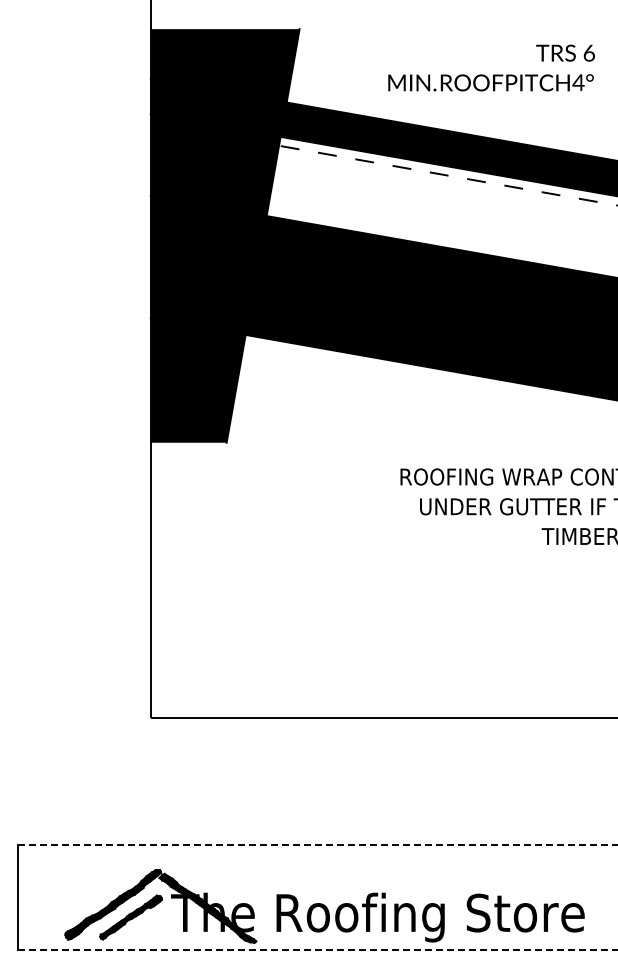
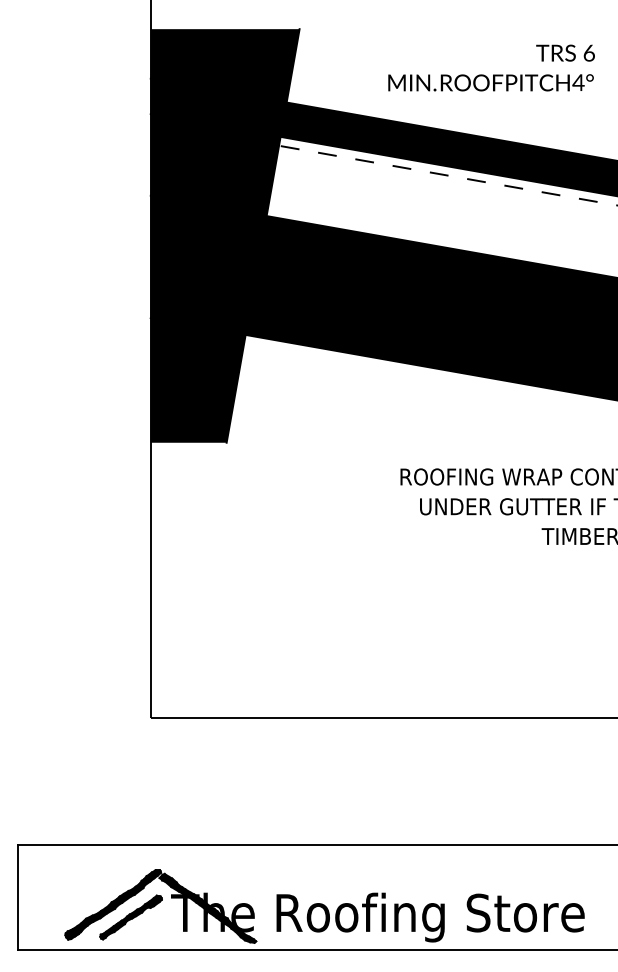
line at (318, 844): dashed -> solid
line at (317, 950): dashed -> solid
